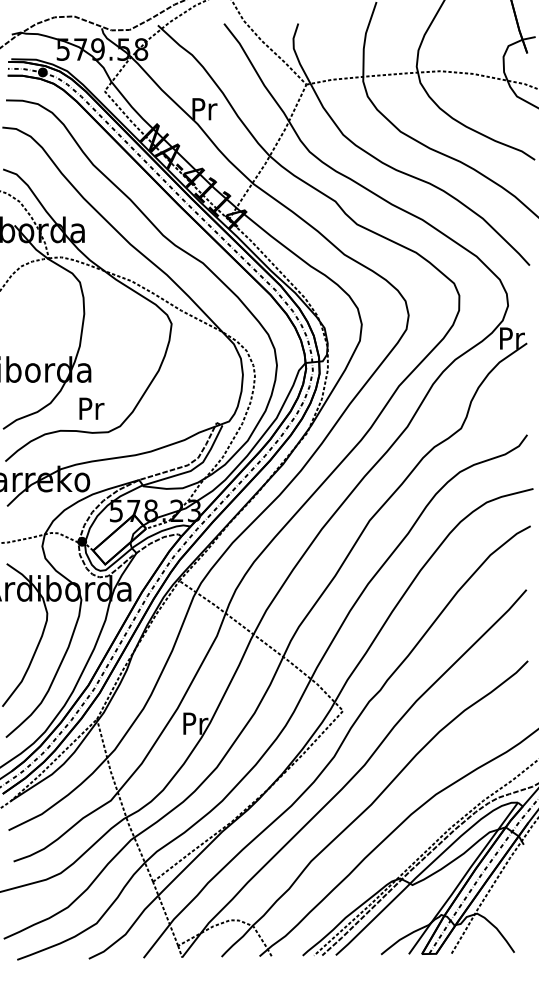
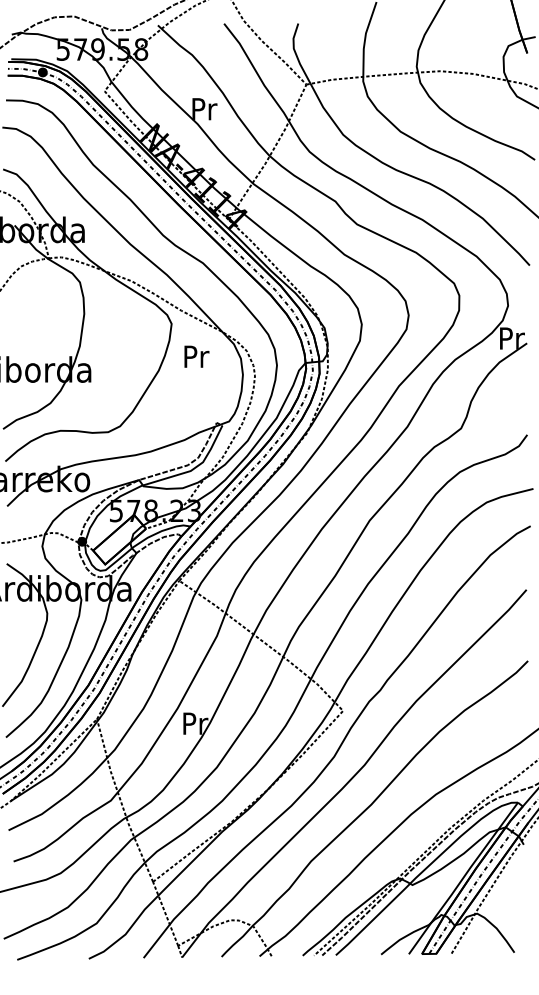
text at (91, 408) position: (91, 408) -> (196, 356)
